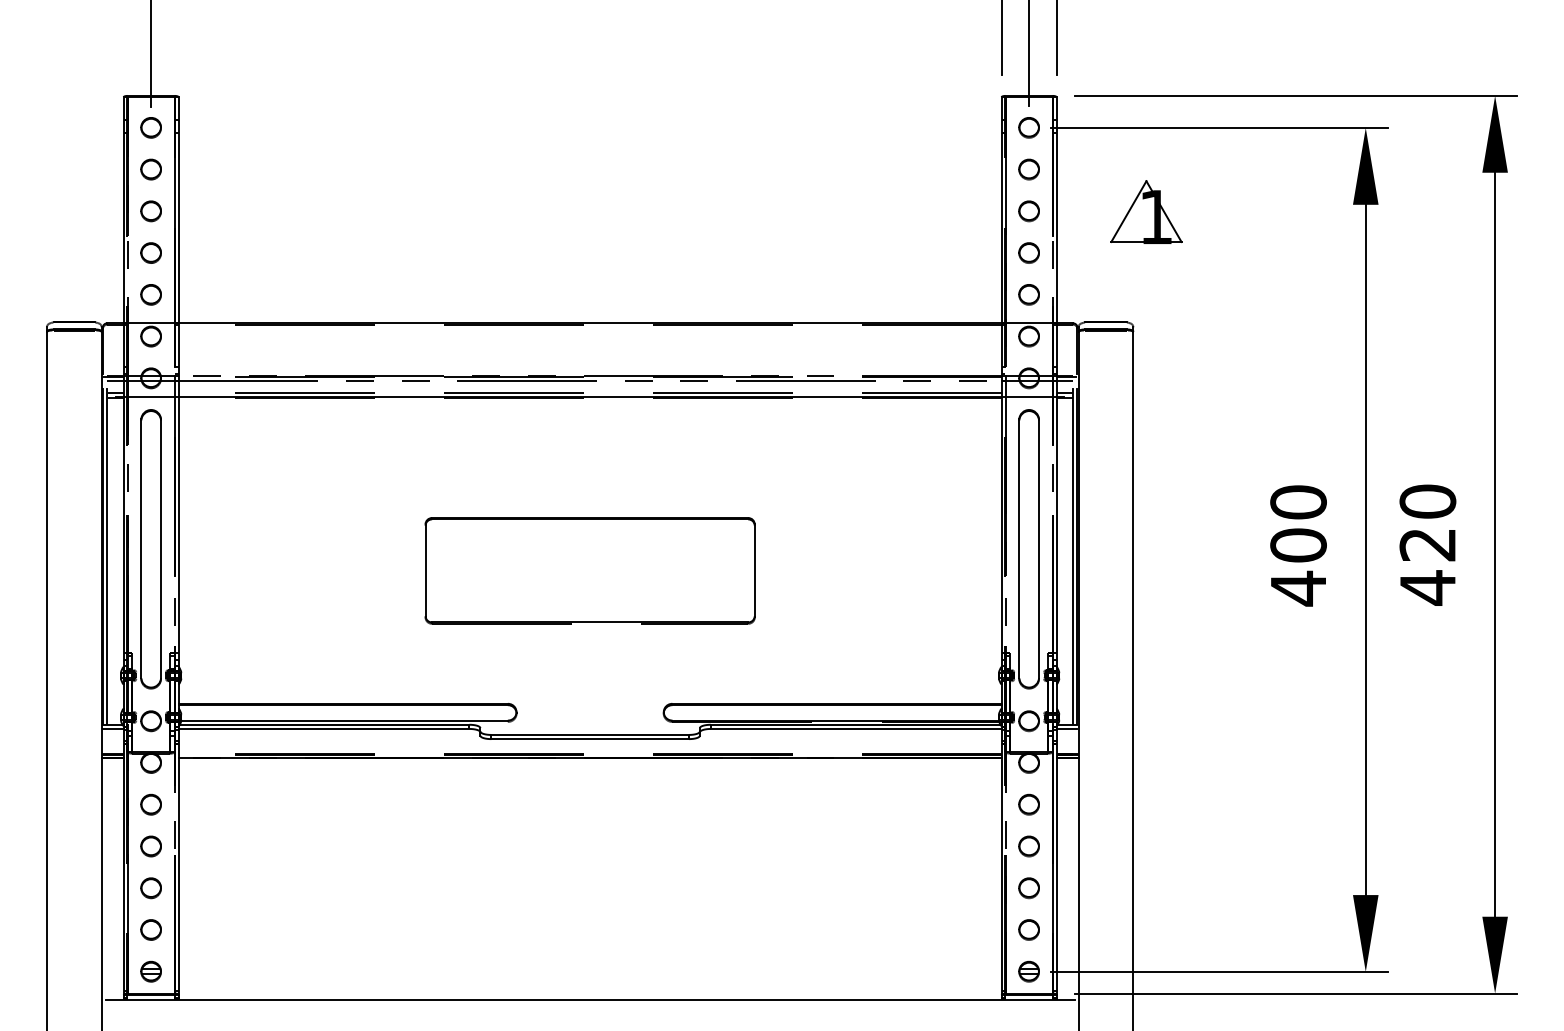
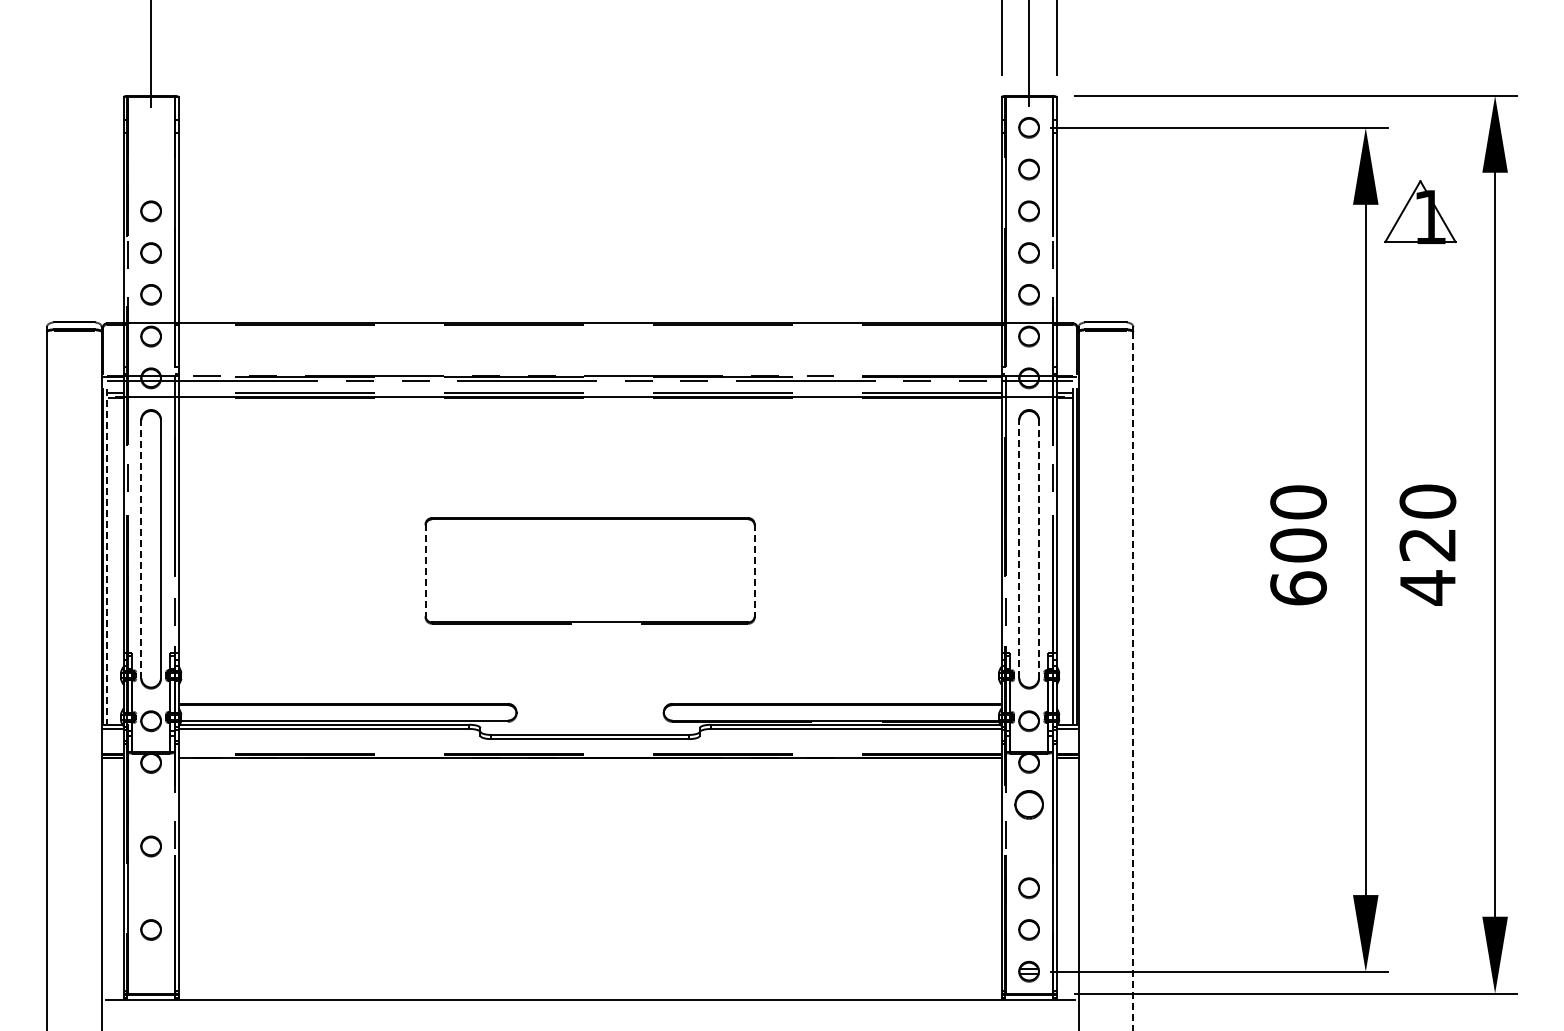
part at (150, 127): present -> none
part at (150, 169): present -> none
part at (1146, 211) position: (1146, 211) -> (1420, 211)
line at (1019, 548): solid -> dashed
line at (141, 549): solid -> dashed
line at (1039, 549): solid -> dashed
line at (107, 556): solid -> dashed
line at (425, 570): solid -> dashed
line at (754, 570): solid -> dashed
text at (1298, 588): 400 -> 600
line at (1133, 681): solid -> dashed
part at (150, 804): present -> none
part at (1028, 804) size: 22x23 px -> 30x30 px
part at (1028, 846): present -> none
part at (150, 888): present -> none
part at (150, 971): present -> none
